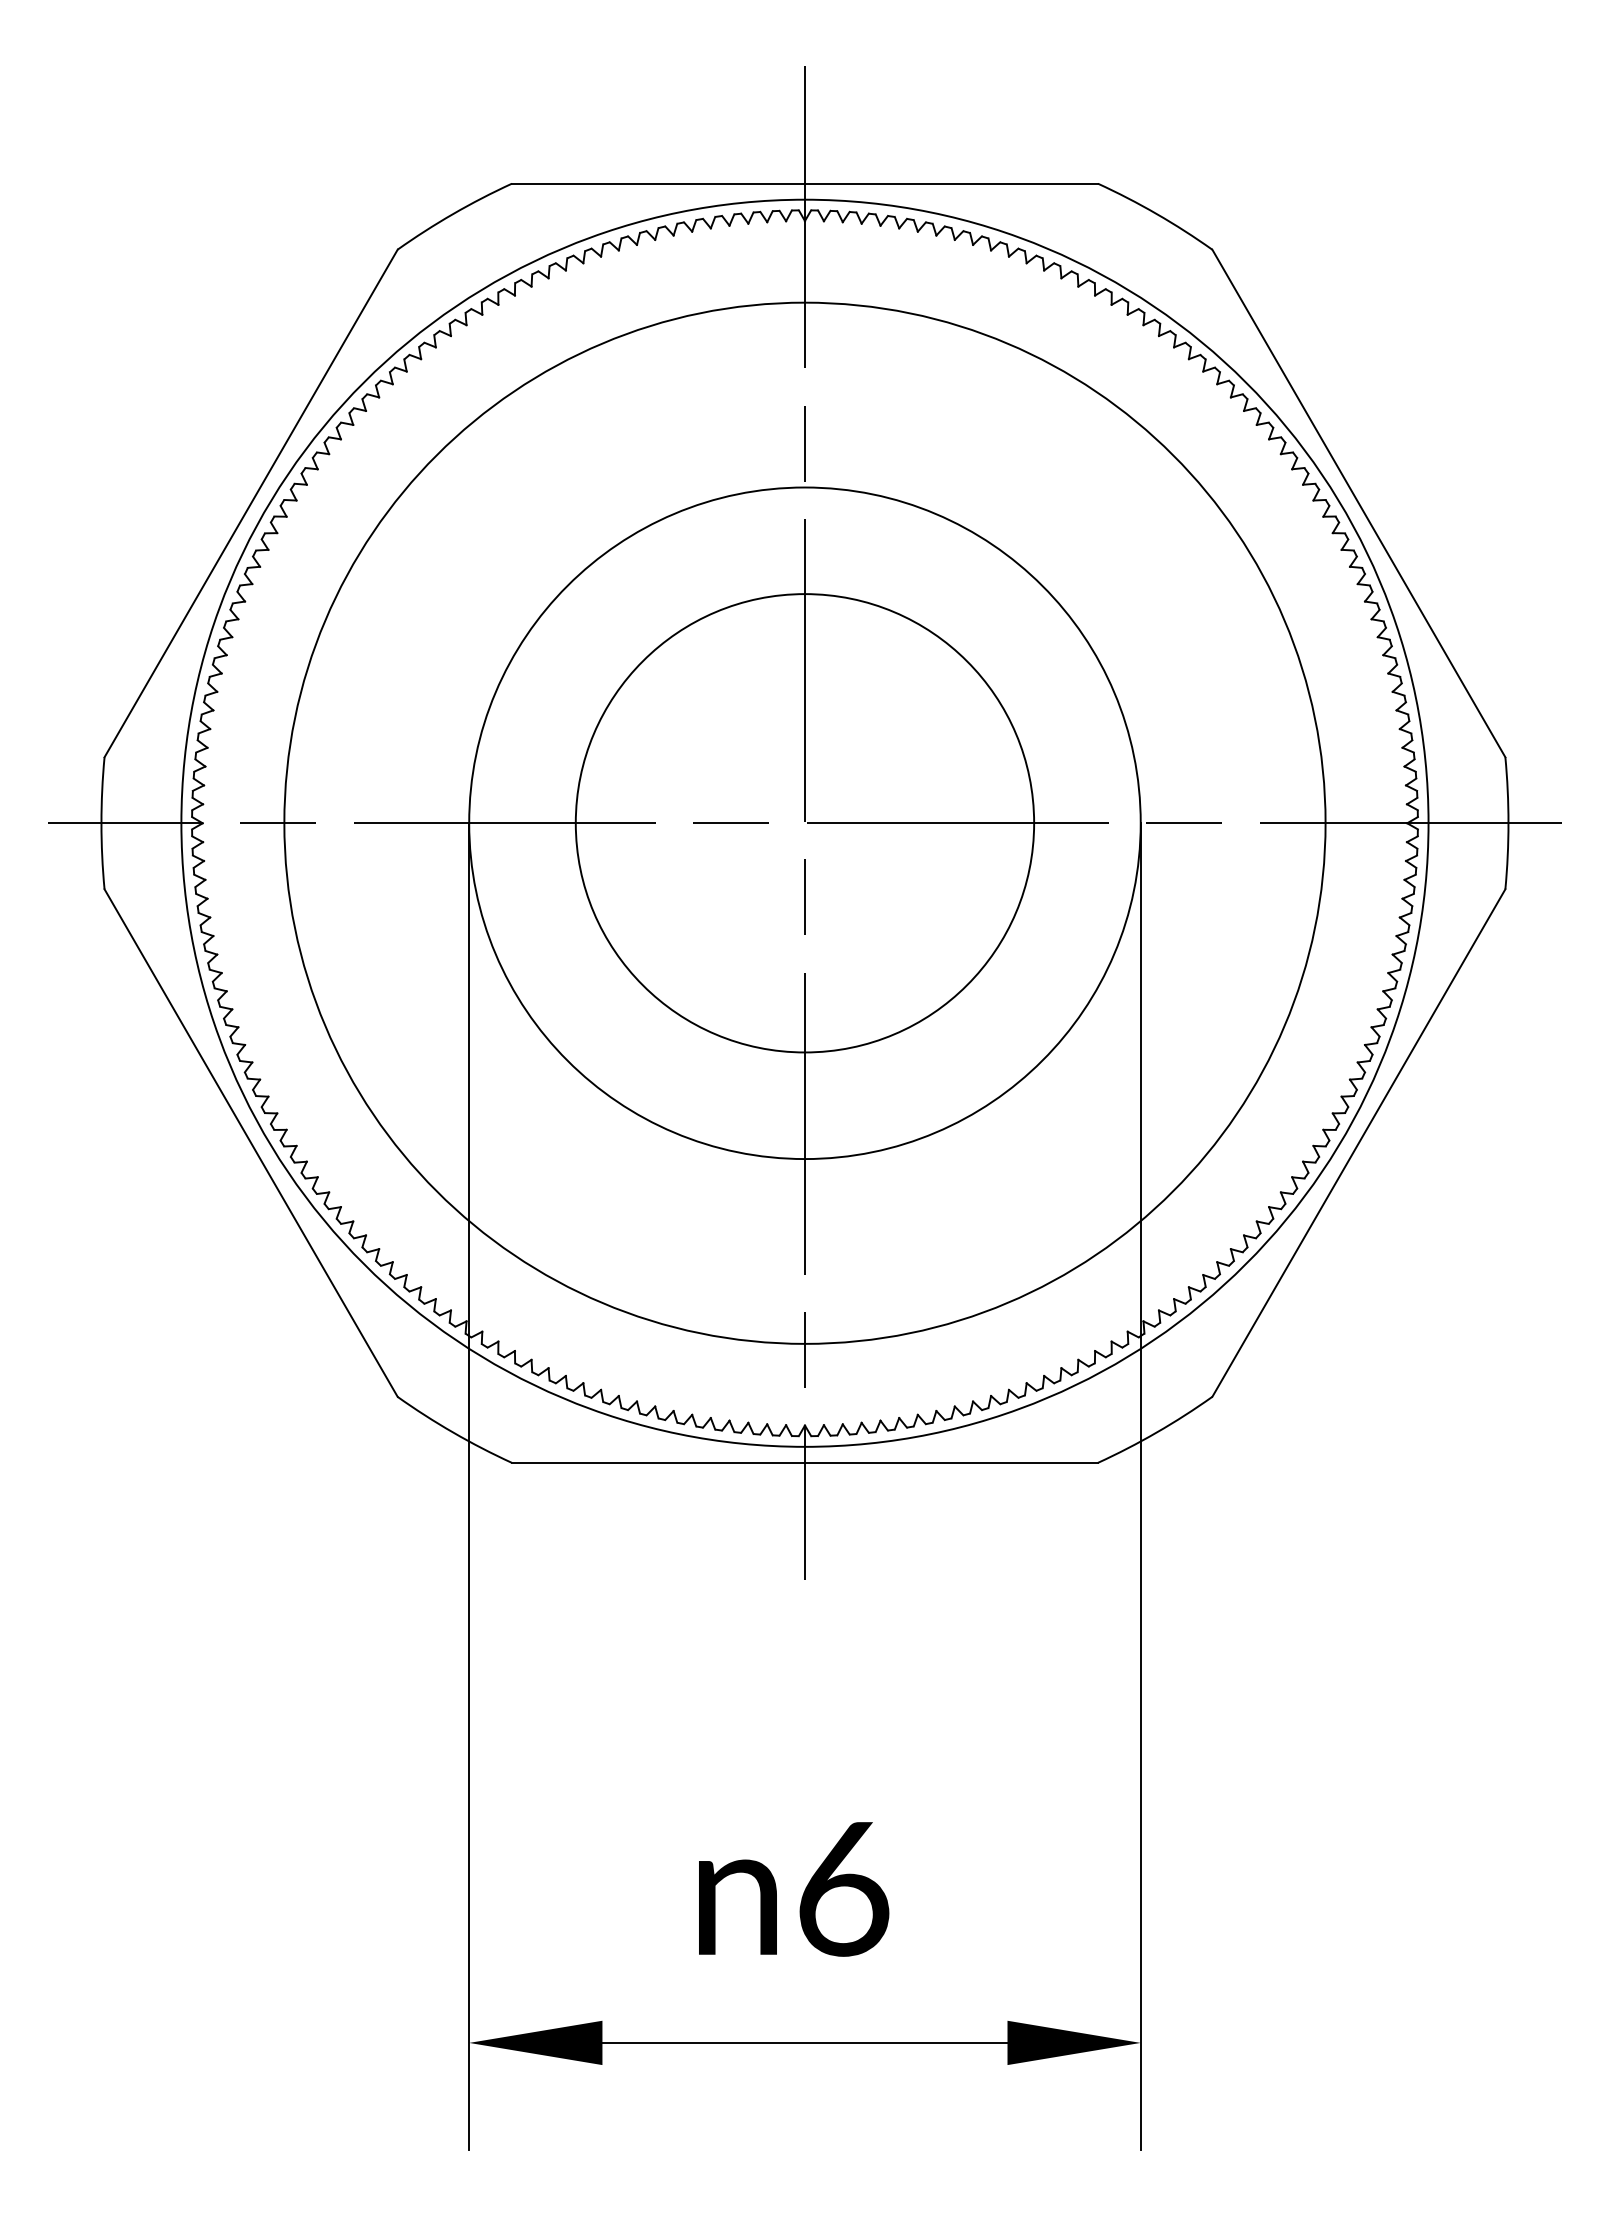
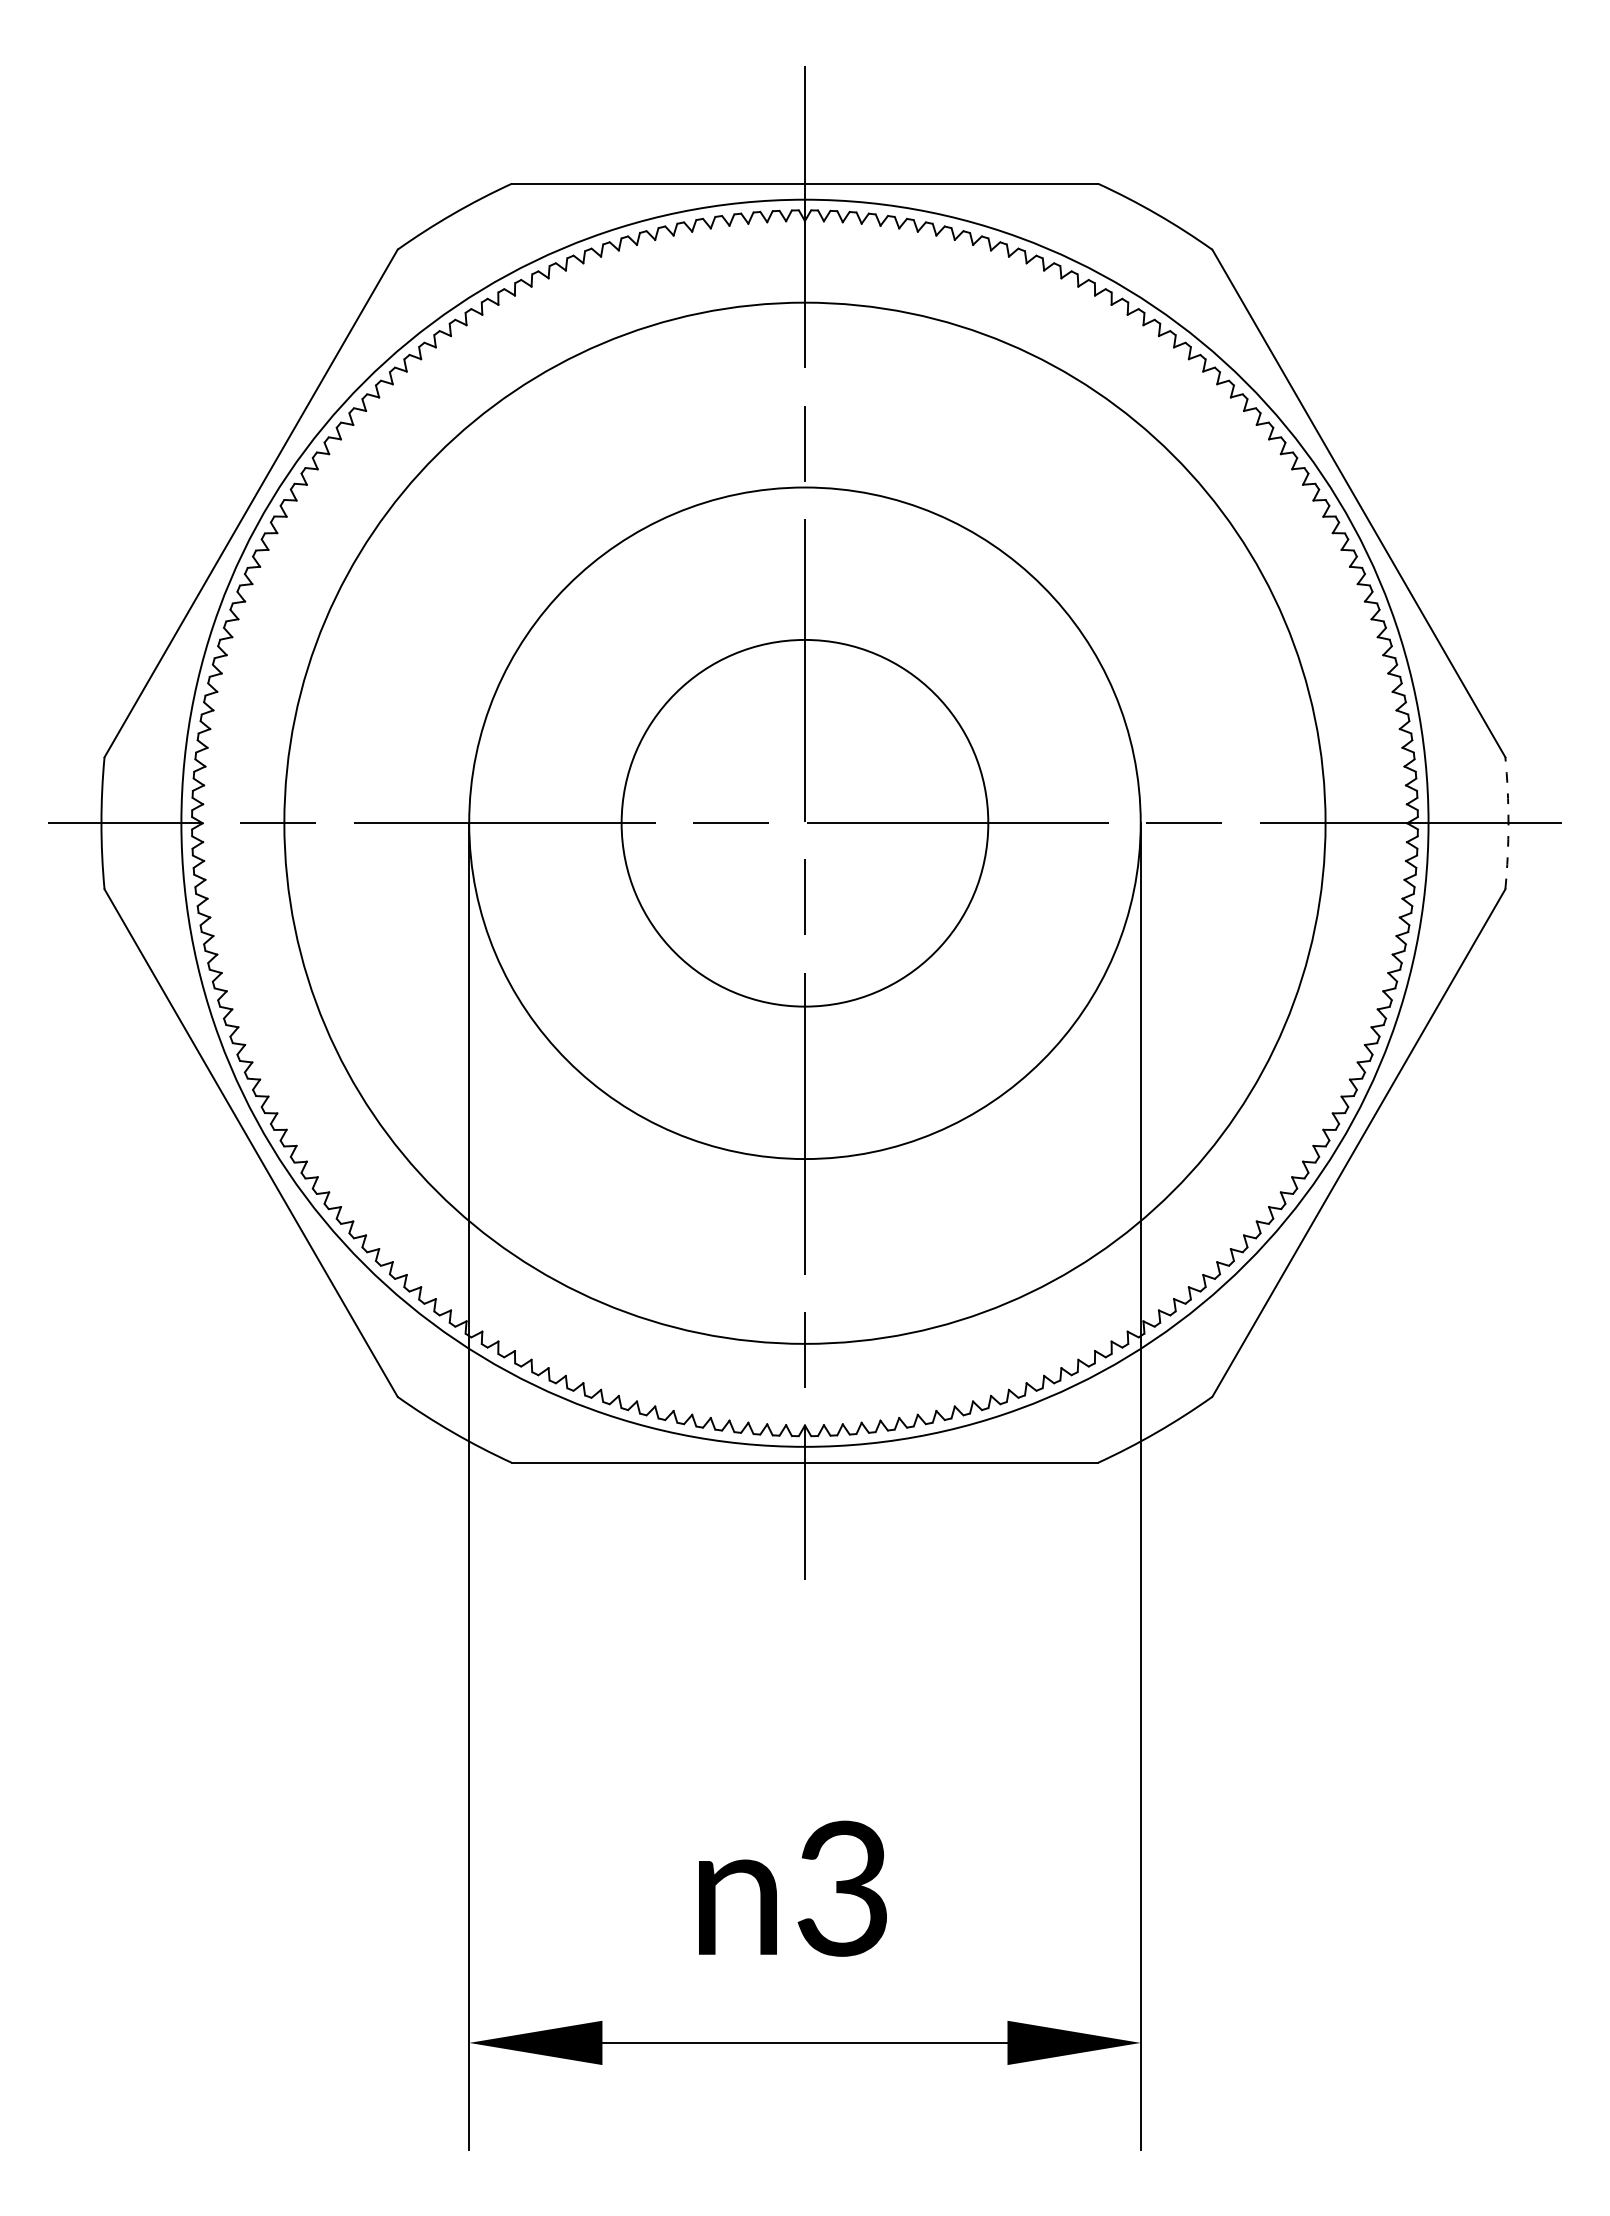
circle at (804, 823) diameter: 458 px -> 367 px
arc at (1508, 823): solid -> dashed
text at (843, 1888): 6 -> 3
